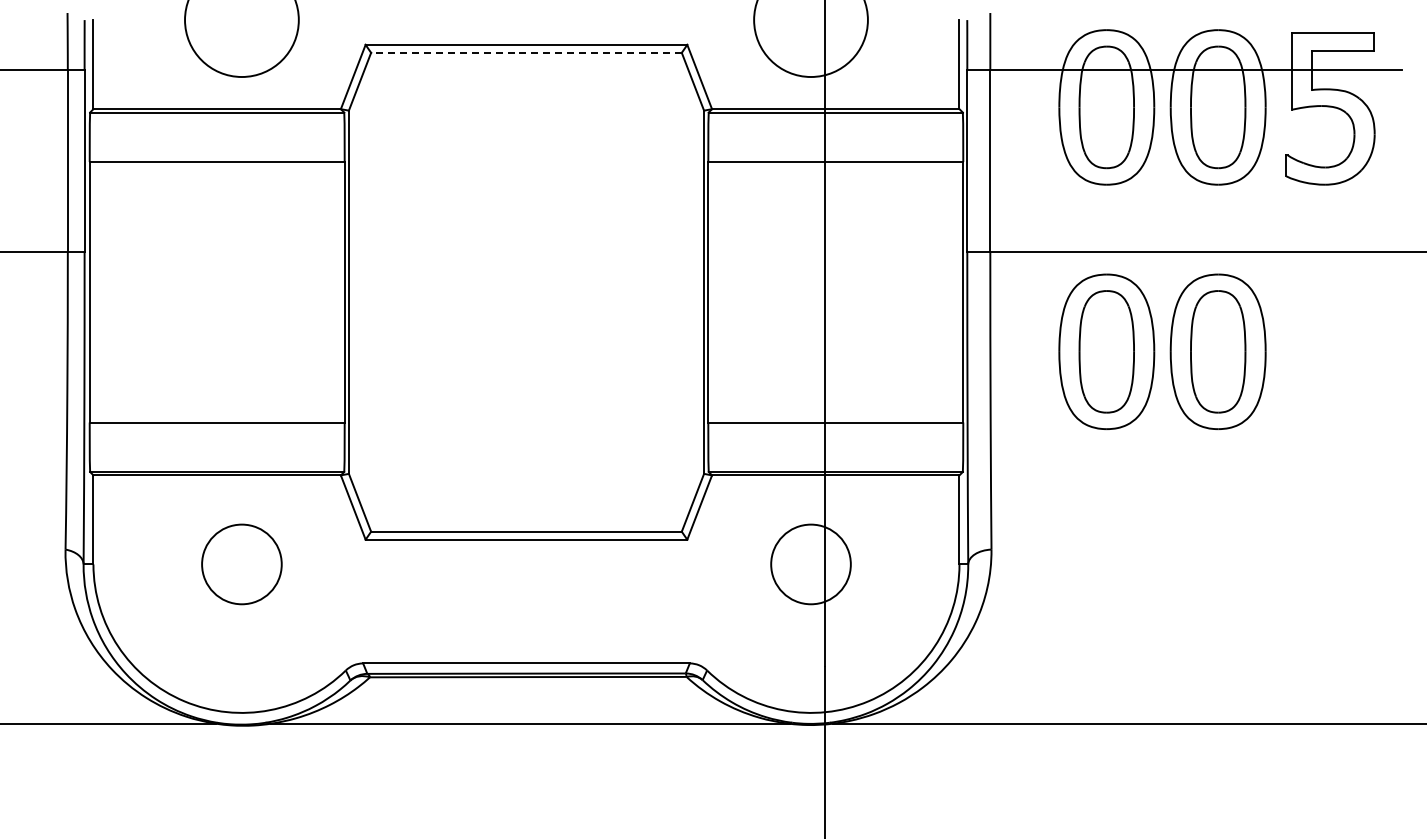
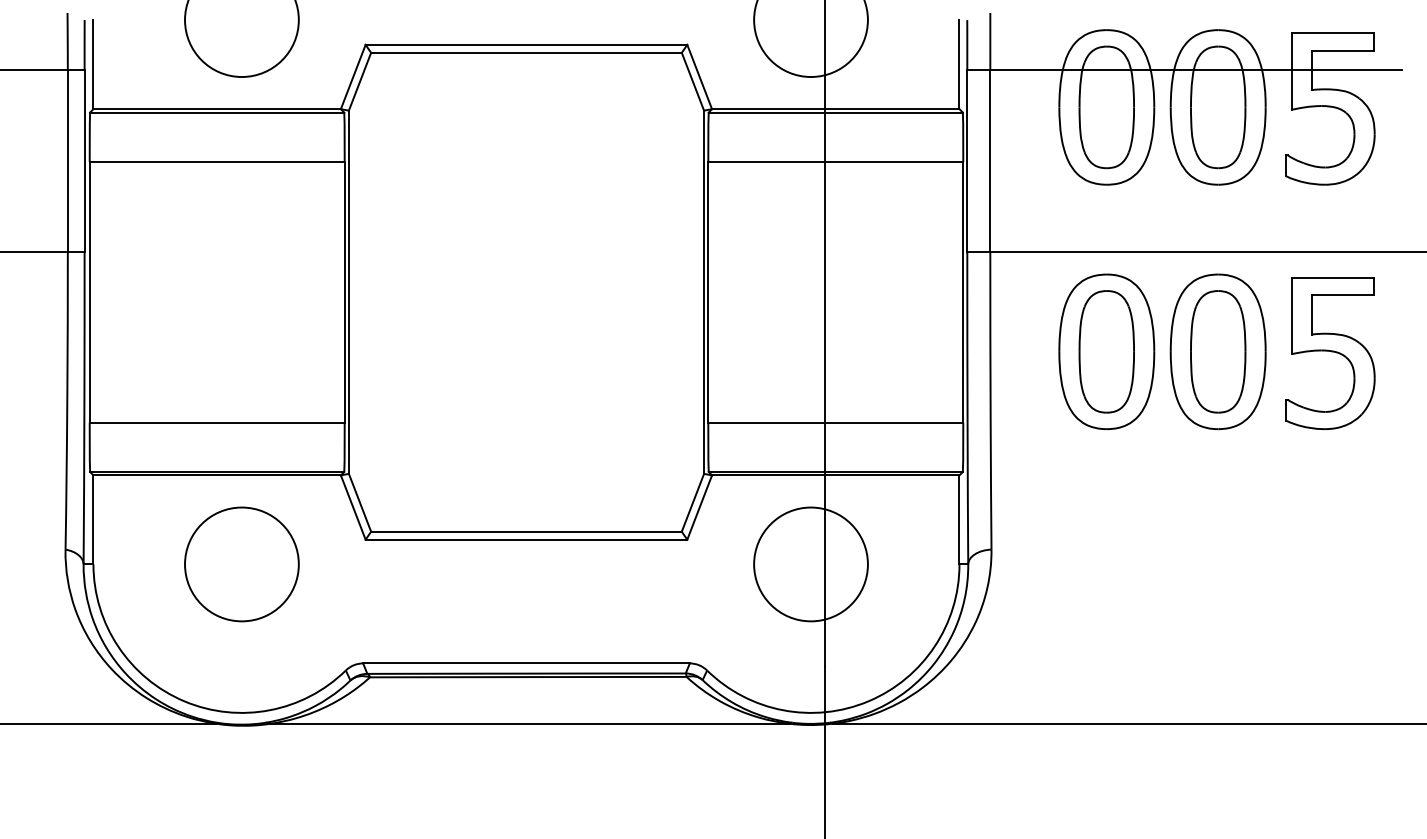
line at (525, 52): dashed -> solid
part at (1330, 353): none -> present
circle at (241, 564) diameter: 80 px -> 114 px
circle at (810, 564) diameter: 80 px -> 114 px
